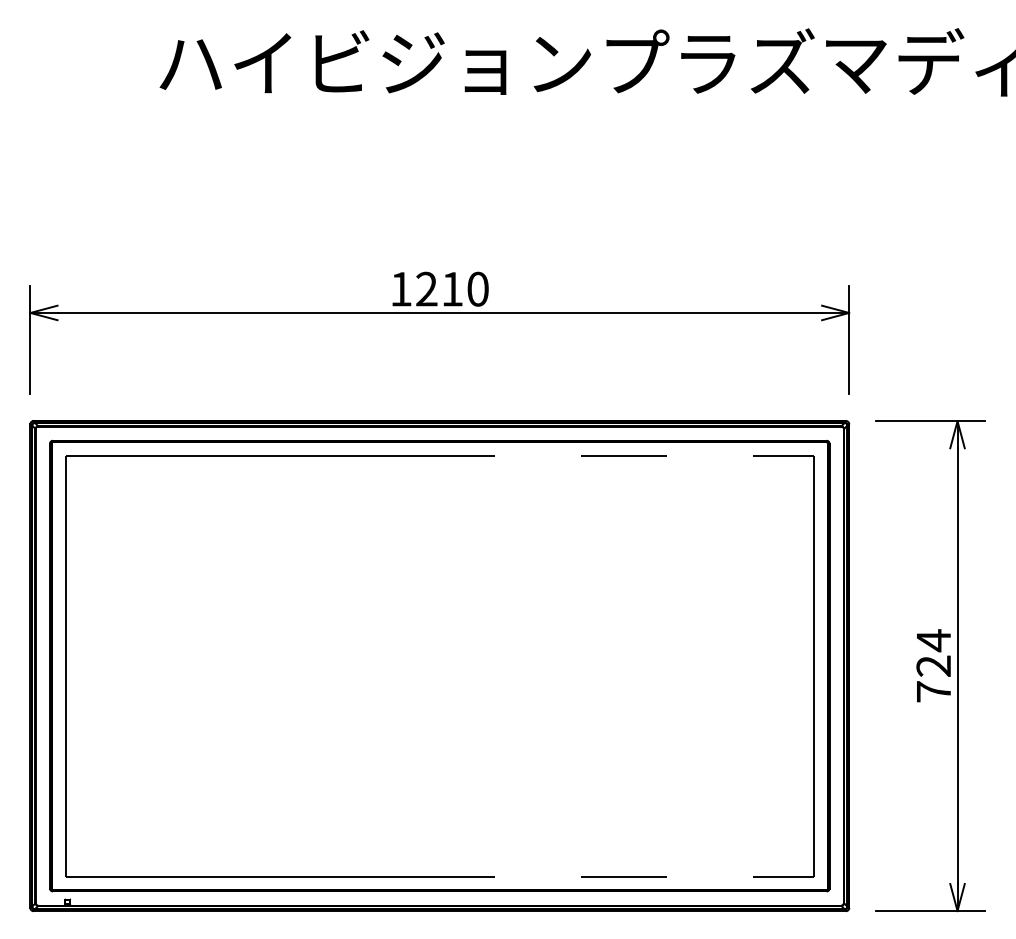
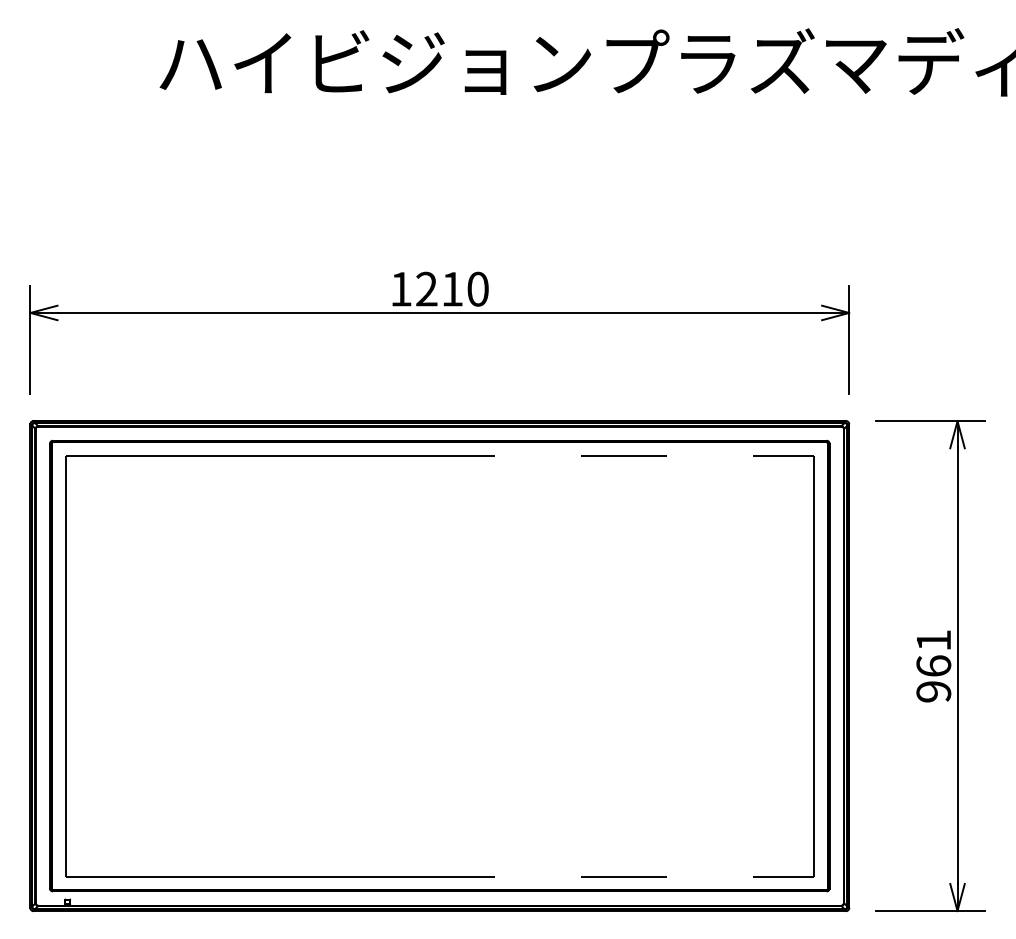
text at (933, 665): 724 -> 961
